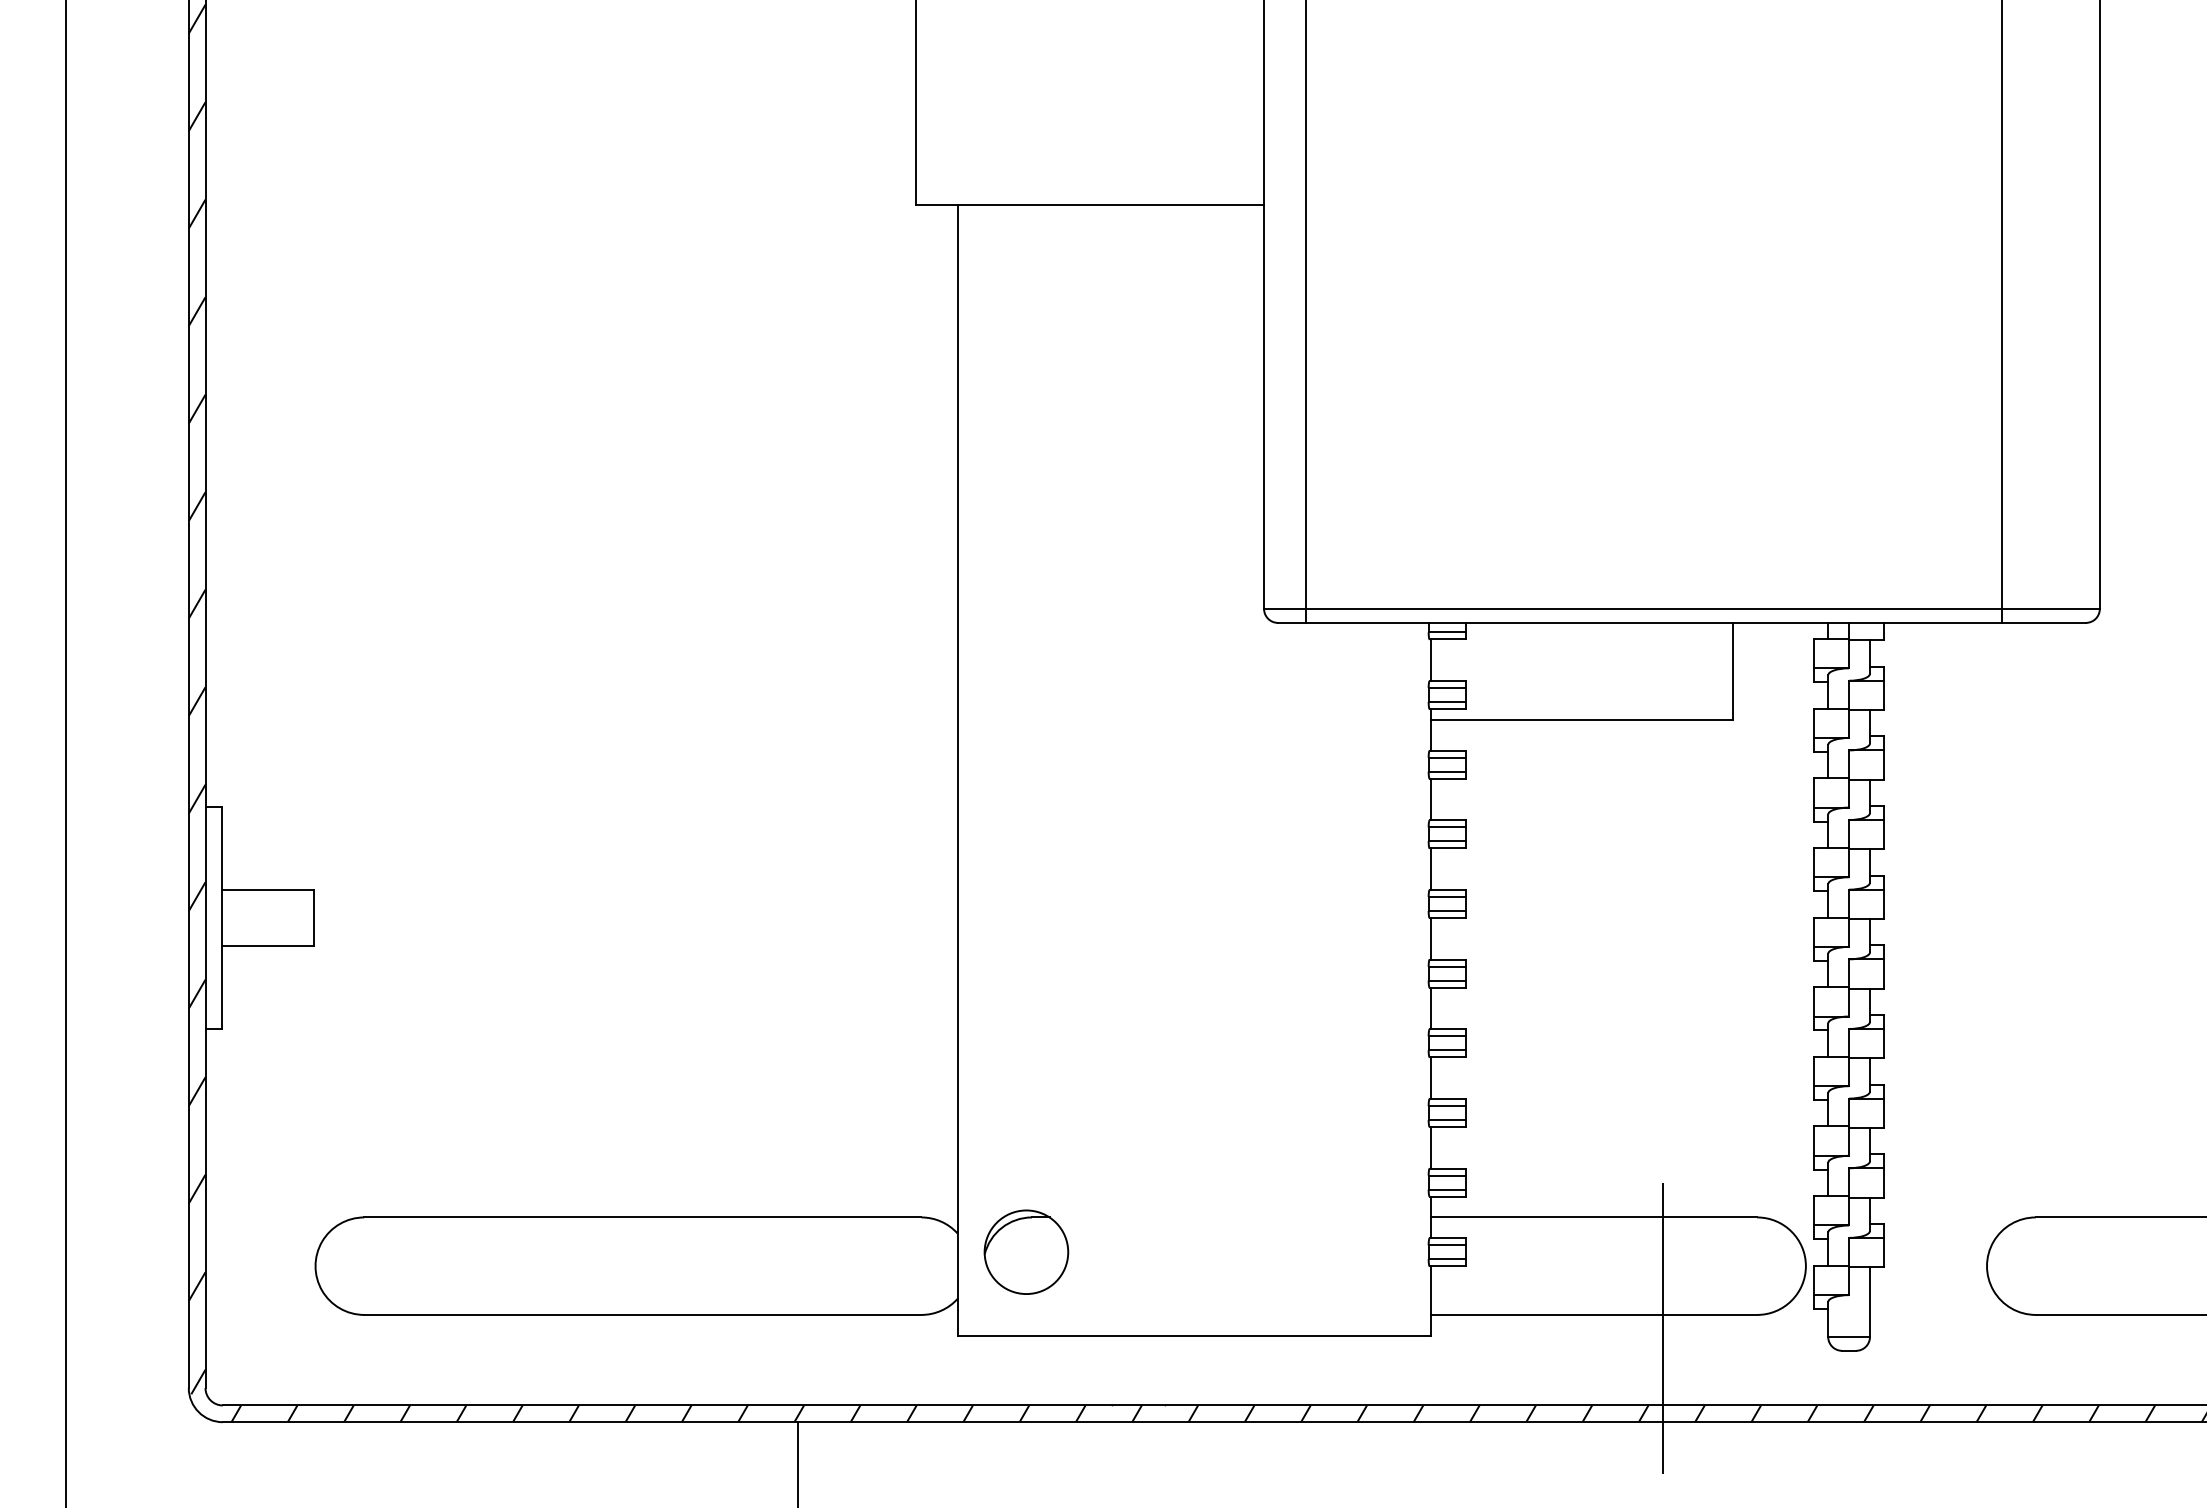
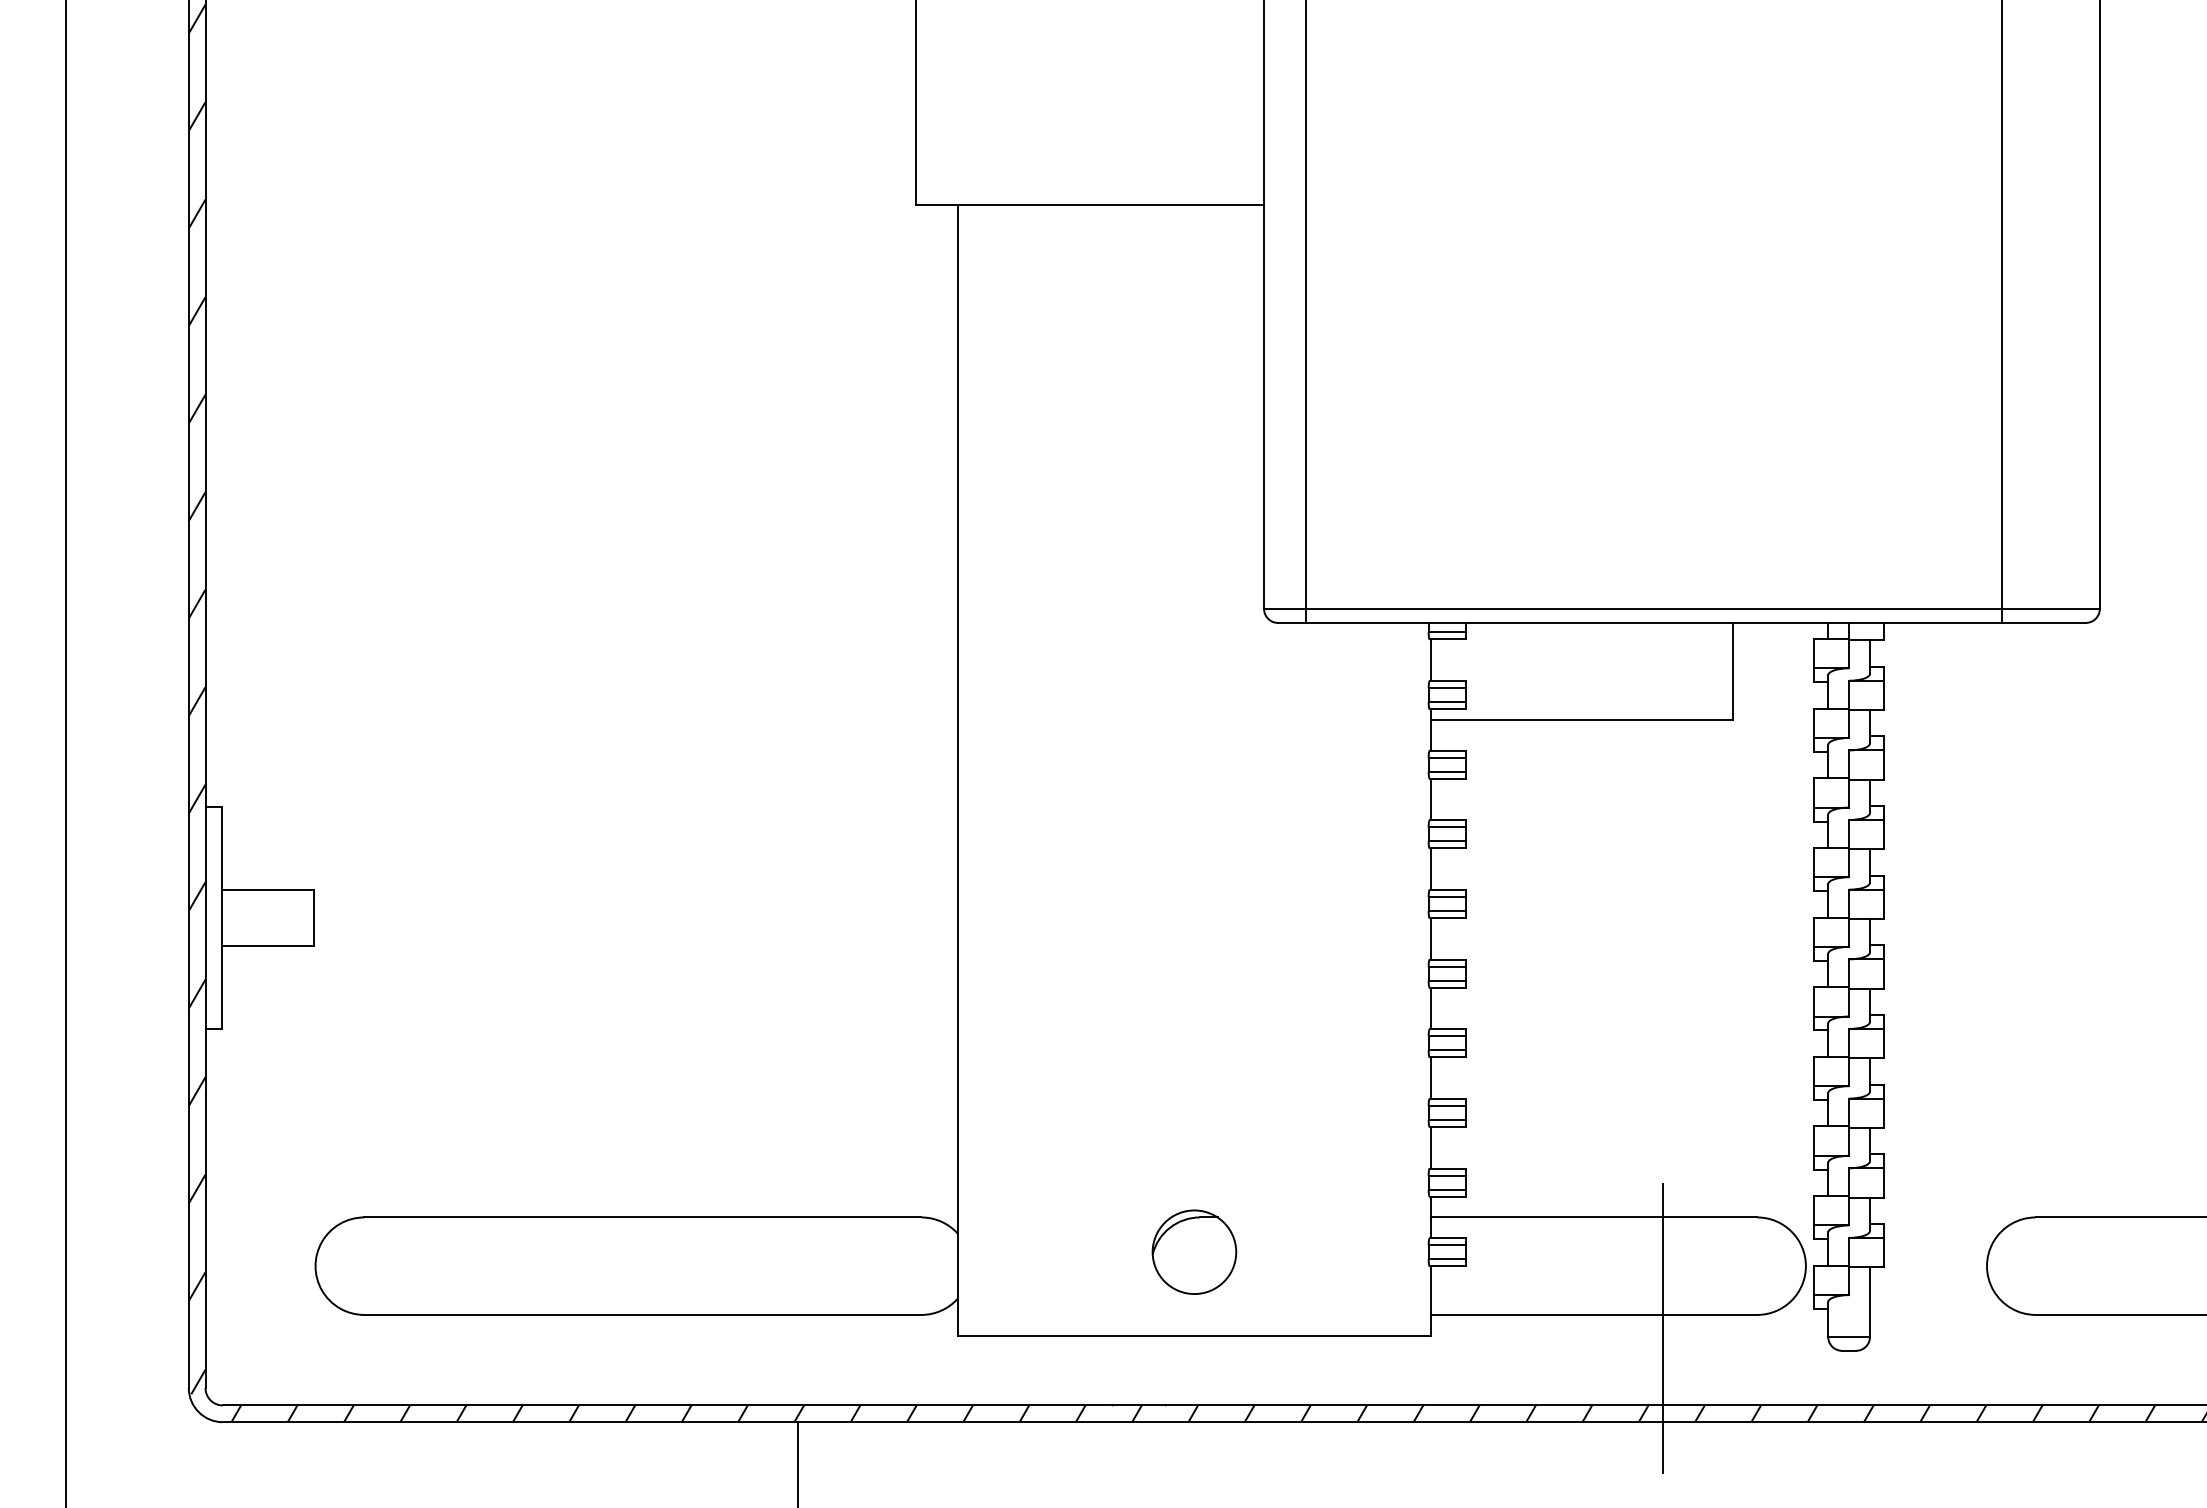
part at (1026, 1251) position: (1026, 1251) -> (1194, 1251)
